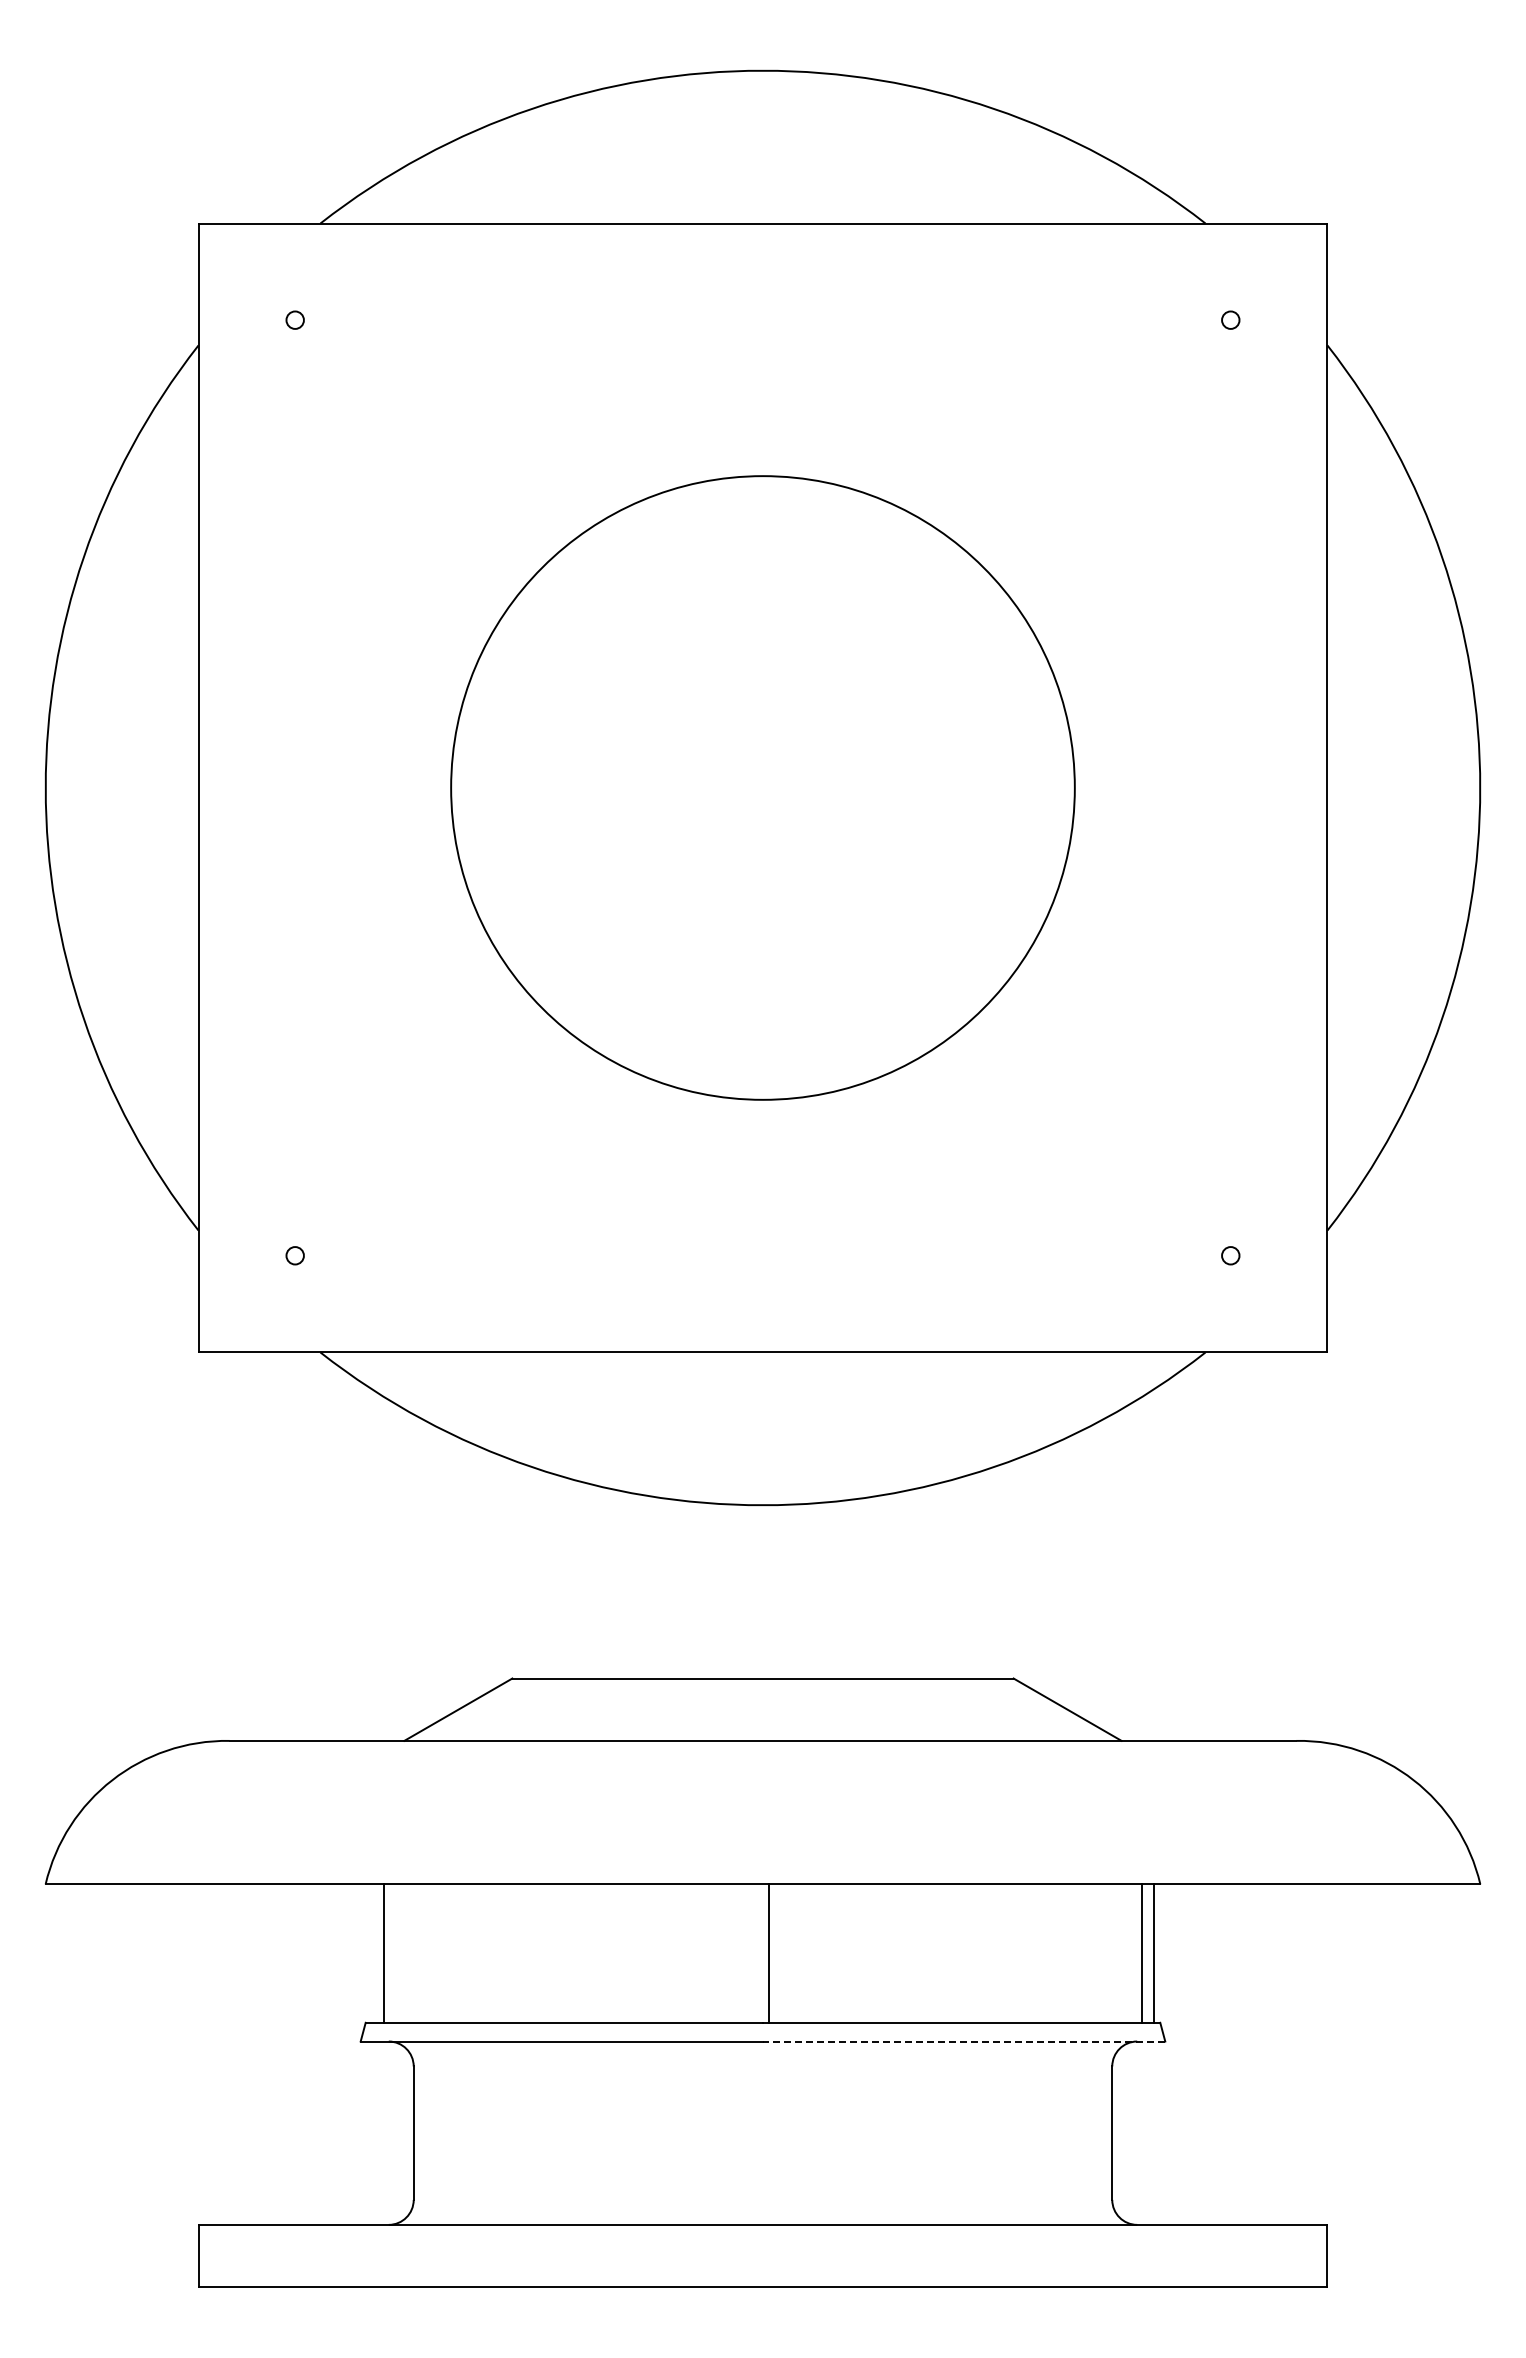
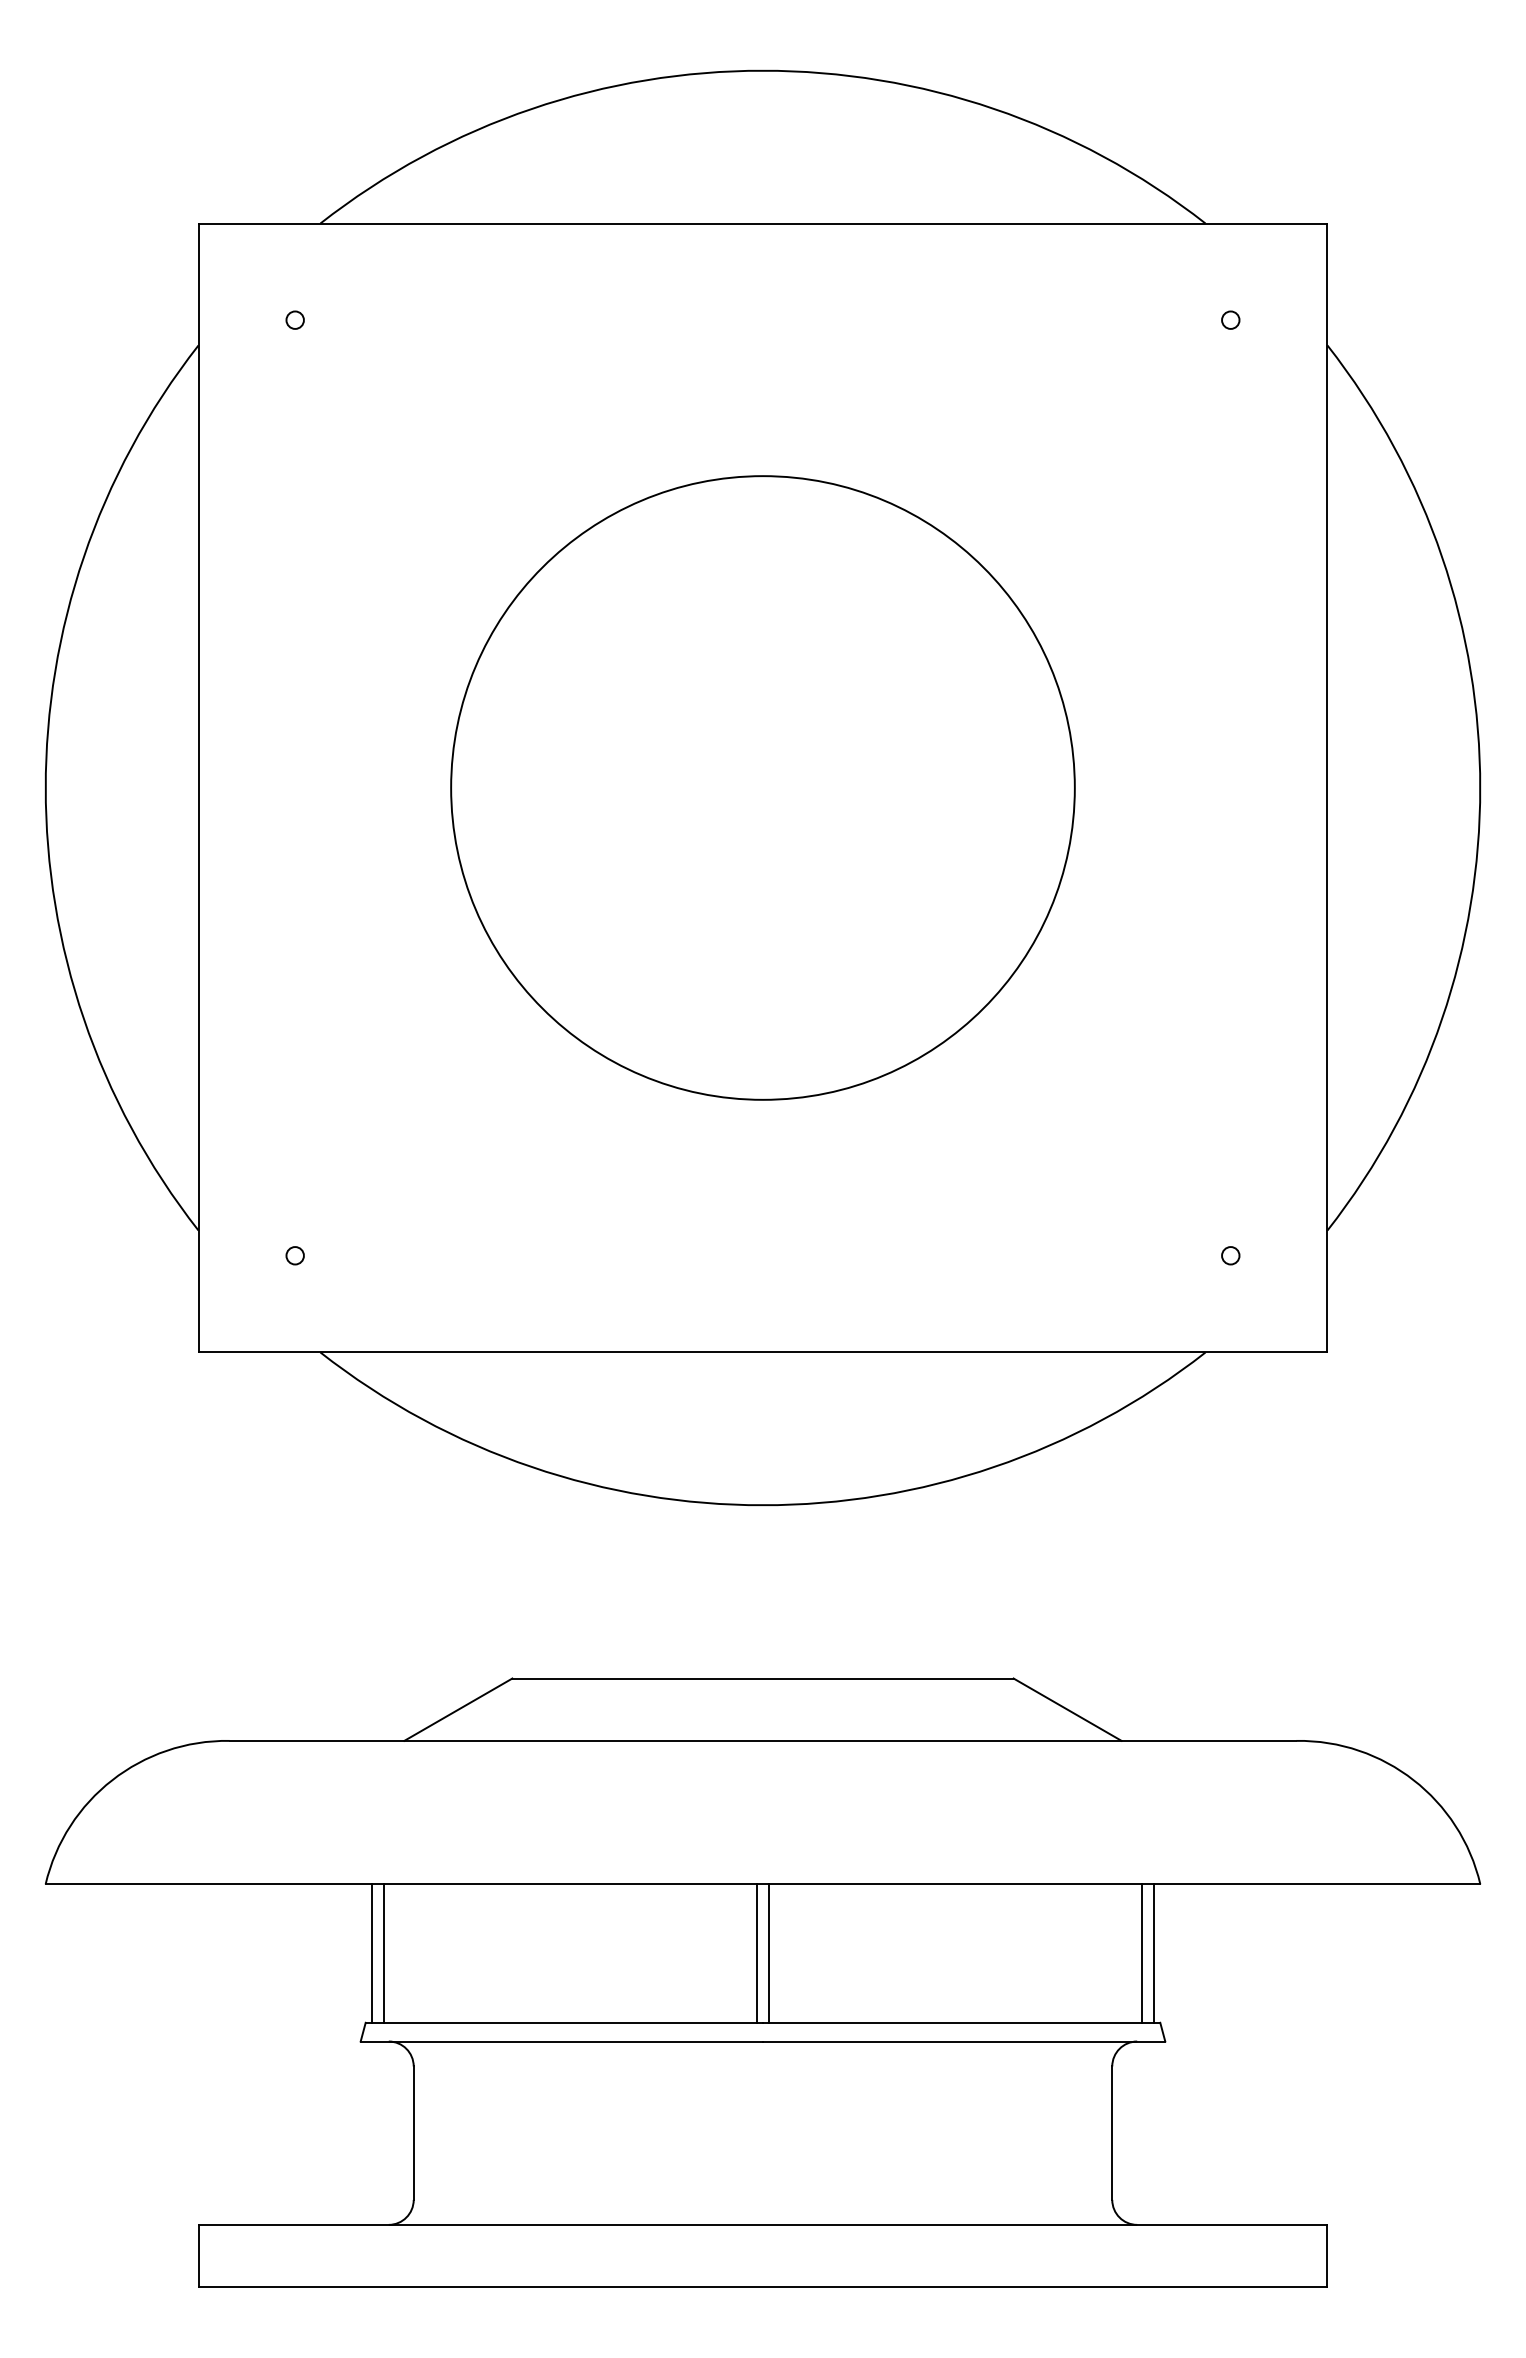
line at (371, 1953): none -> present
line at (756, 1953): none -> present
line at (963, 2041): dashed -> solid
